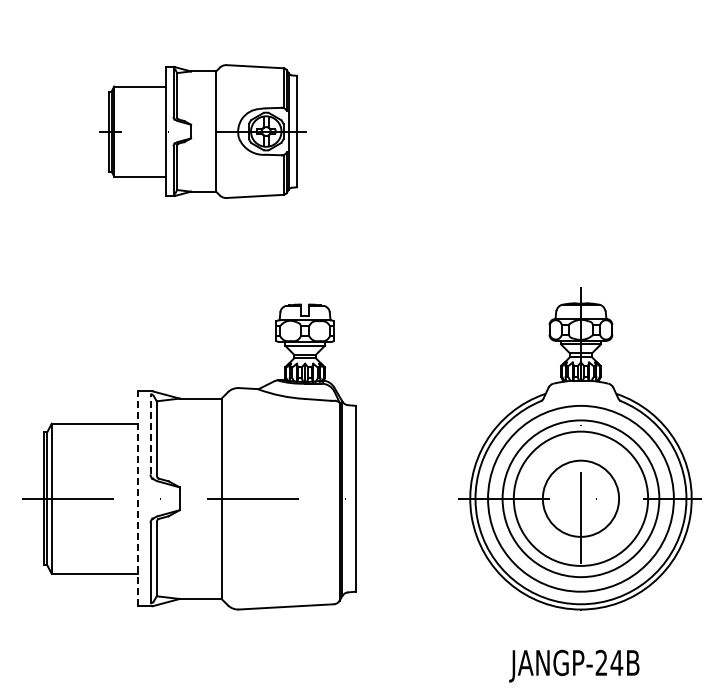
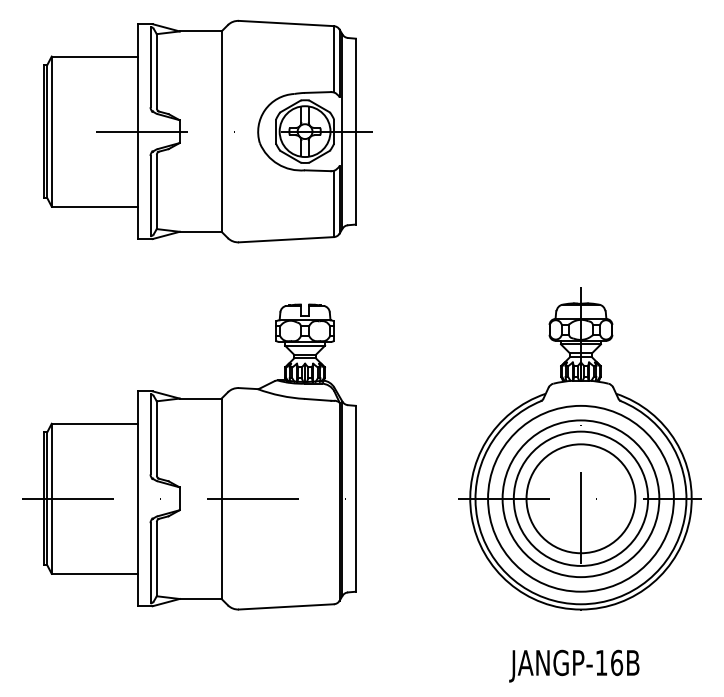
part at (204, 131) size: 204x135 px -> 330x225 px
line at (150, 433): dashed -> solid
line at (138, 498): dashed -> solid
circle at (580, 498) diameter: 76 px -> 109 px
text at (609, 662): JANGP-24B -> JANGP-16B
